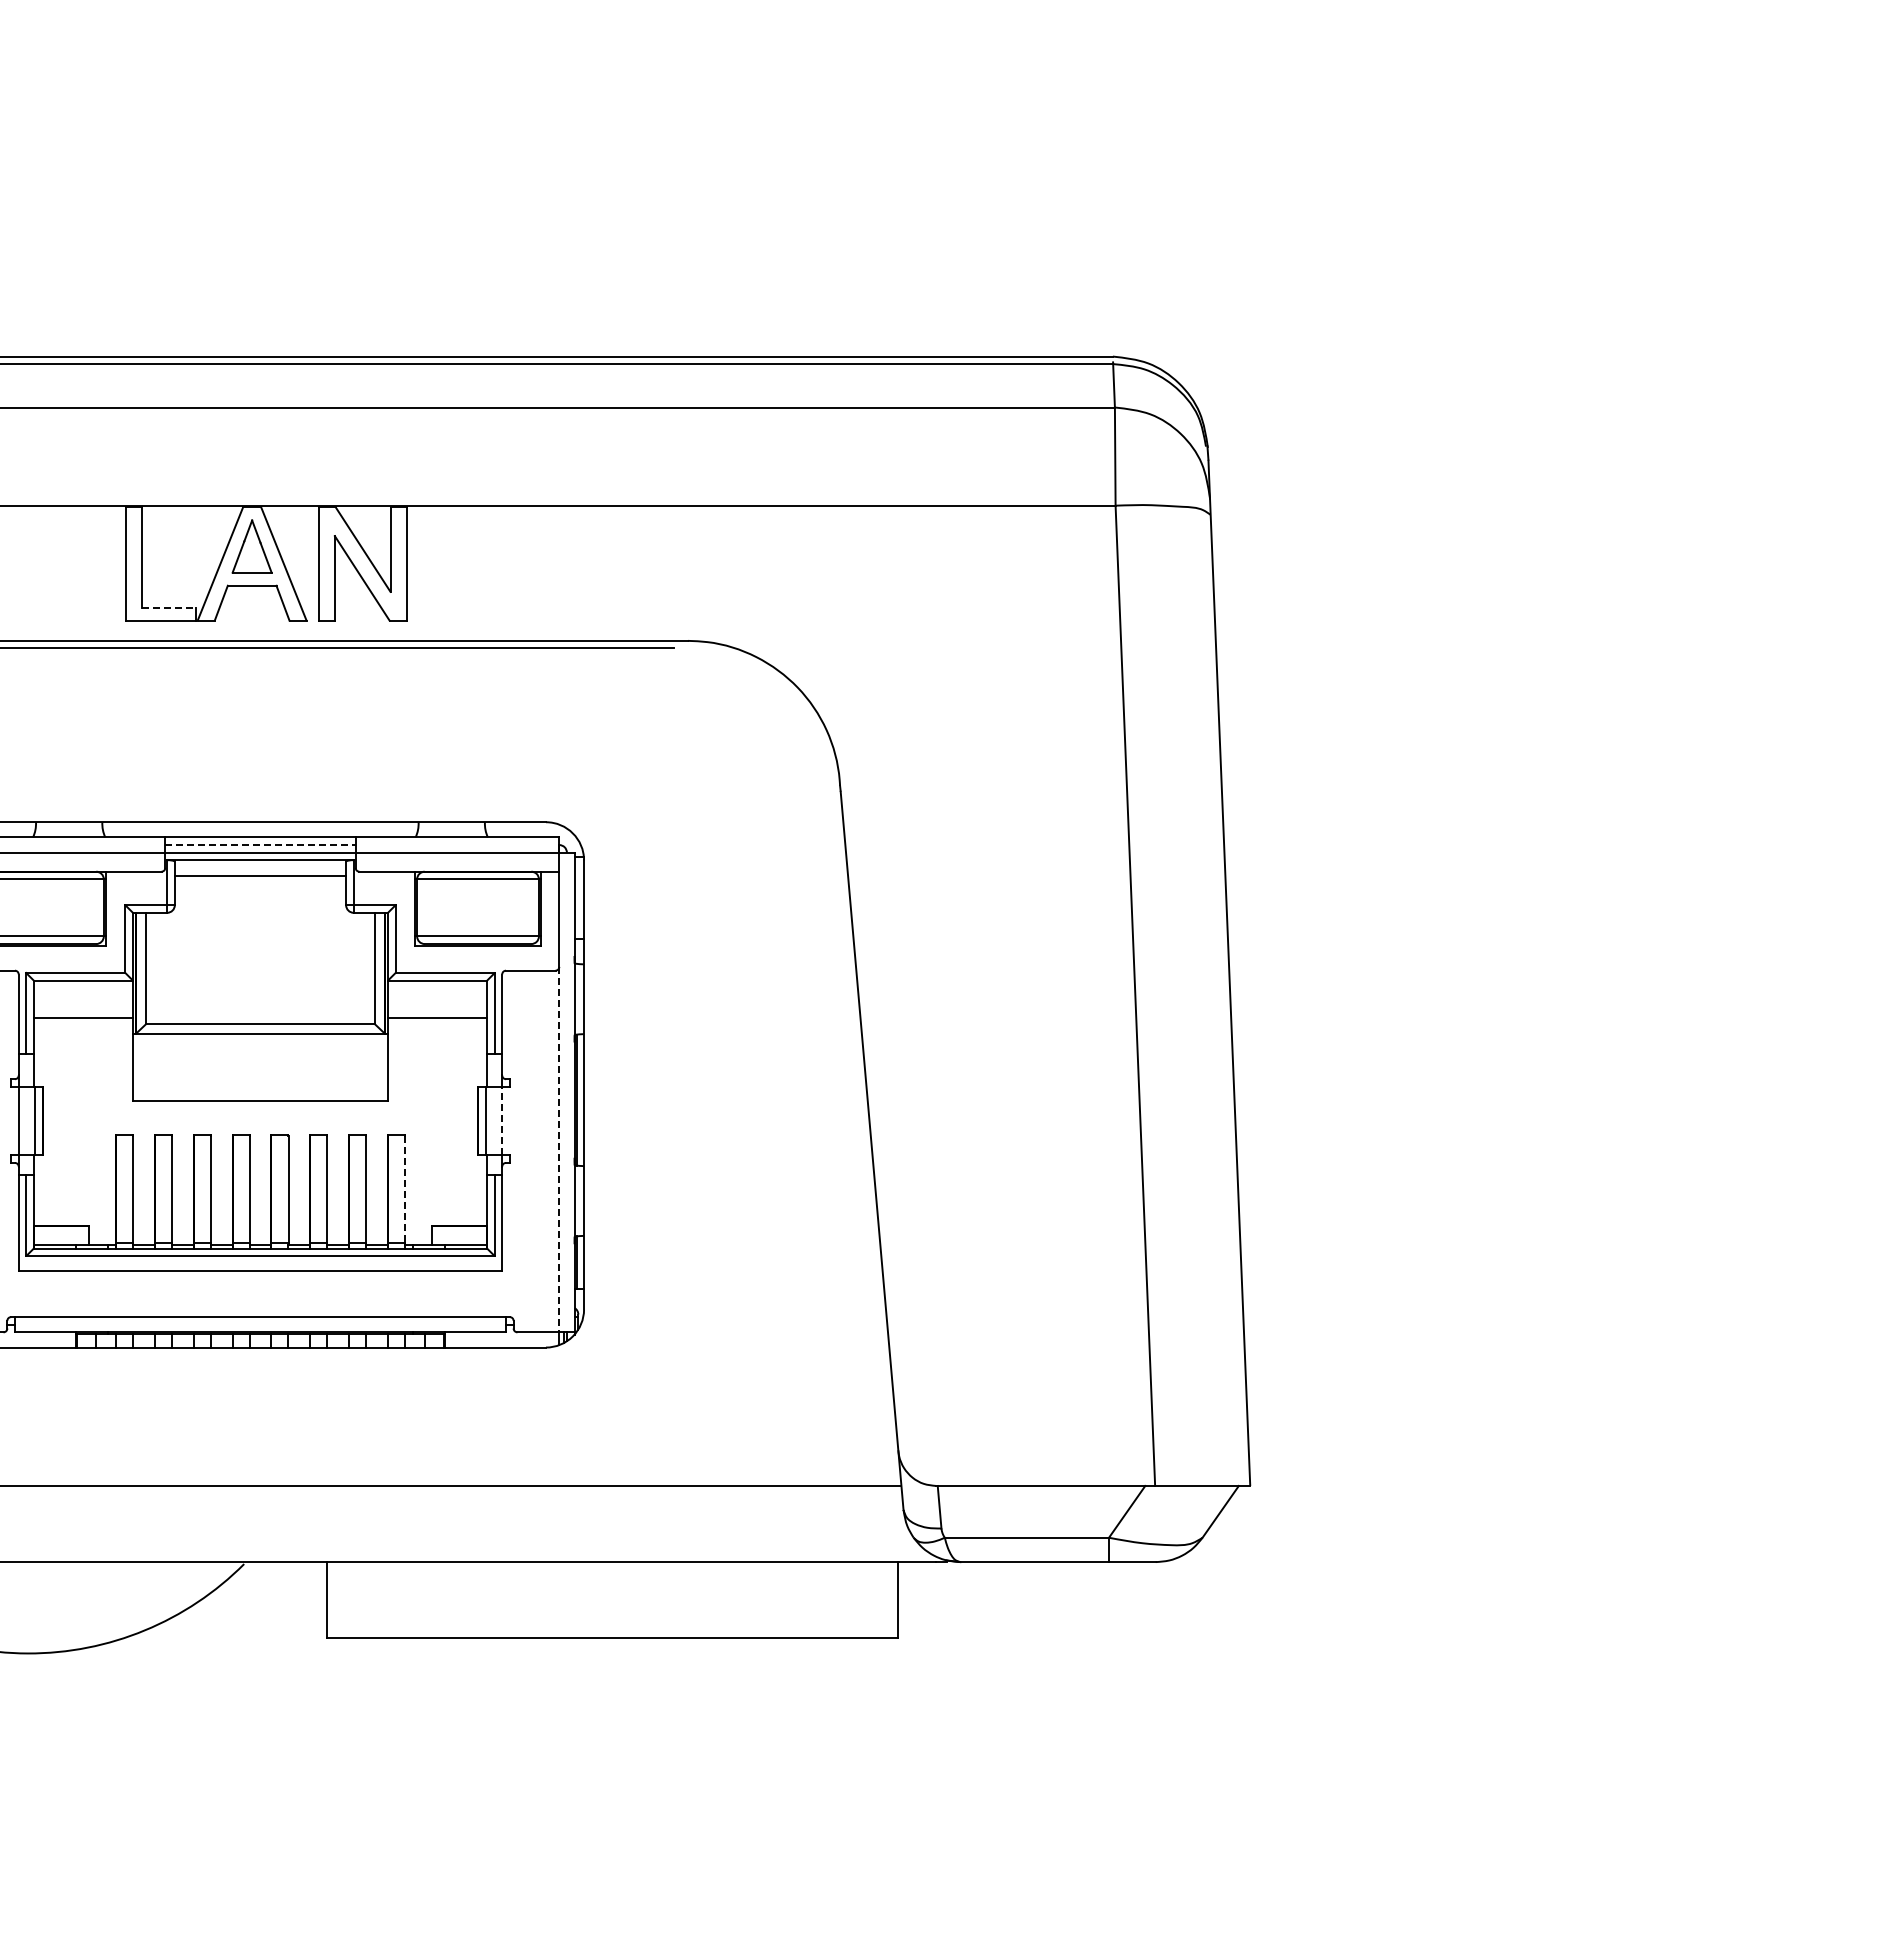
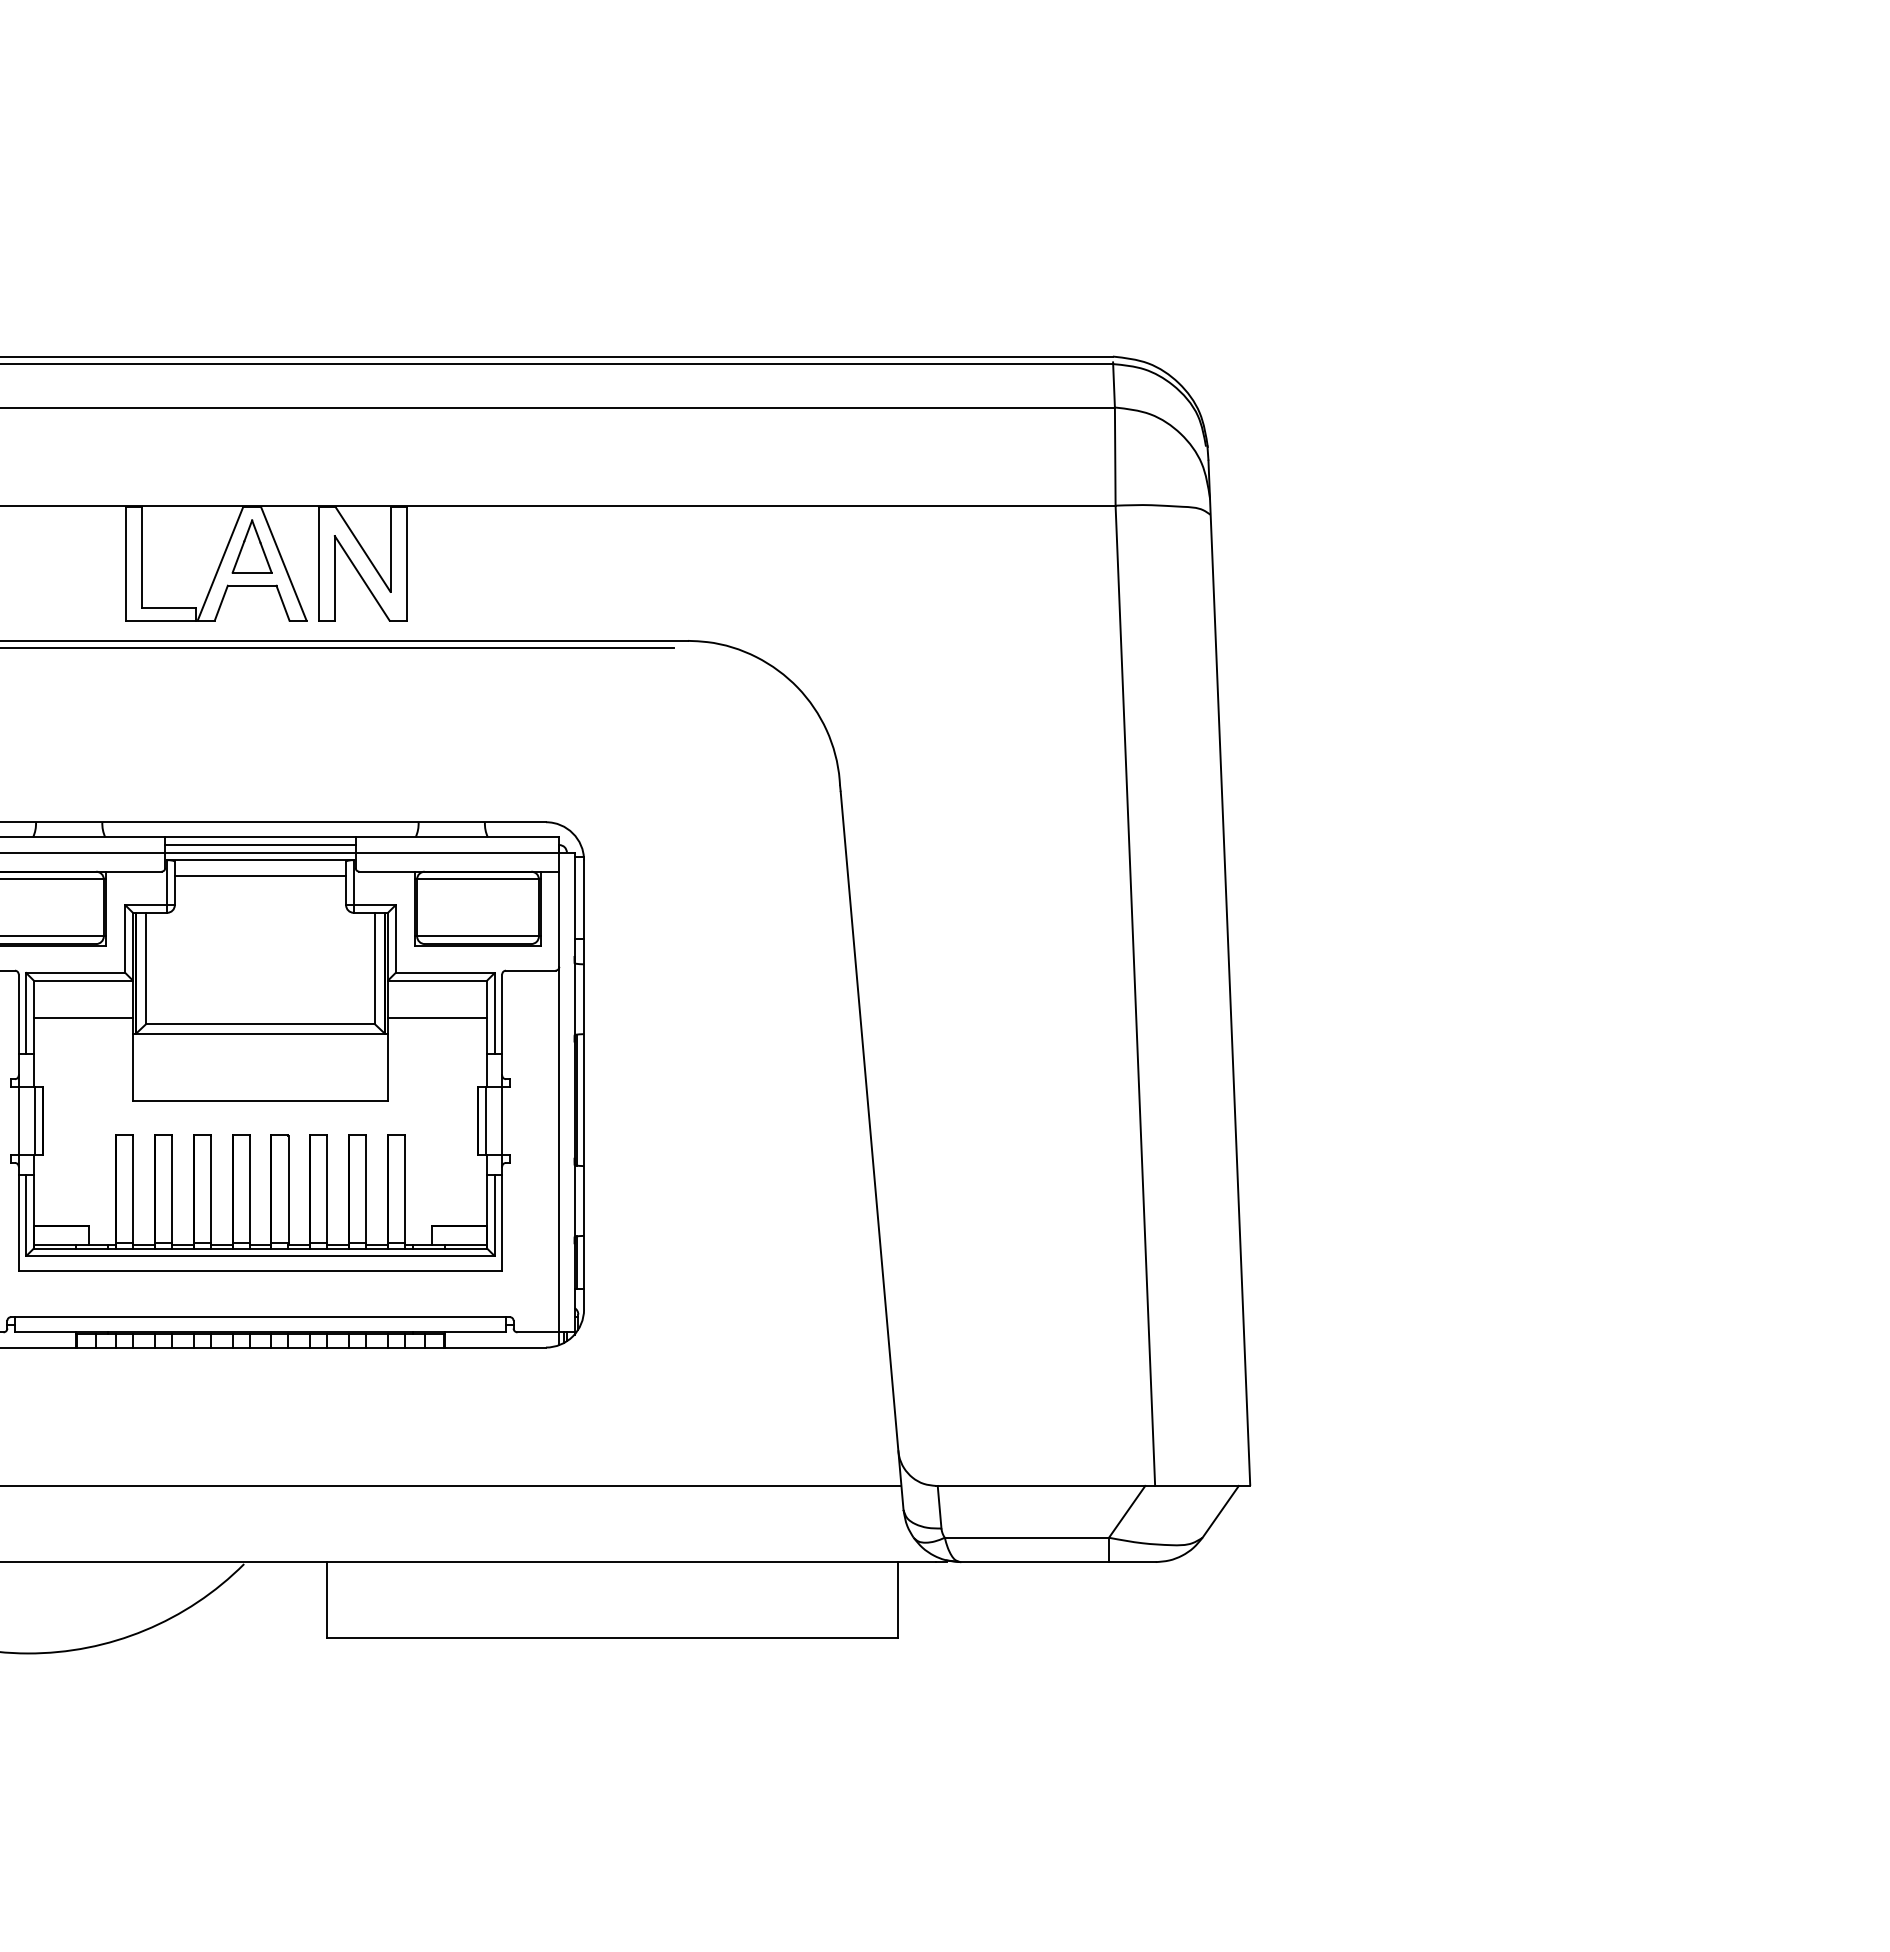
line at (169, 607): dashed -> solid
line at (260, 845): dashed -> solid
line at (501, 1120): dashed -> solid
line at (559, 1149): dashed -> solid
line at (404, 1189): dashed -> solid
